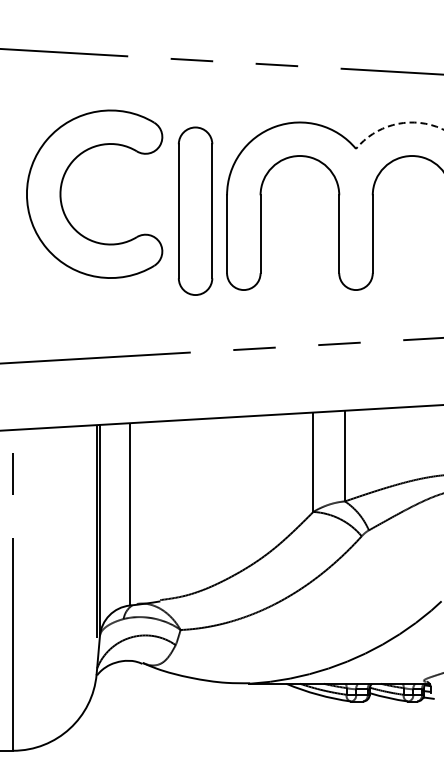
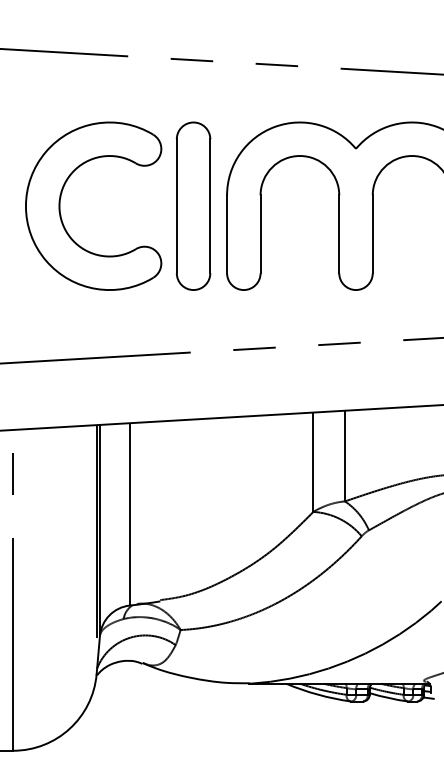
arc at (396, 124): dashed -> solid
part at (62, 185) position: (62, 185) -> (61, 197)
part at (195, 210) position: (195, 210) -> (193, 205)
